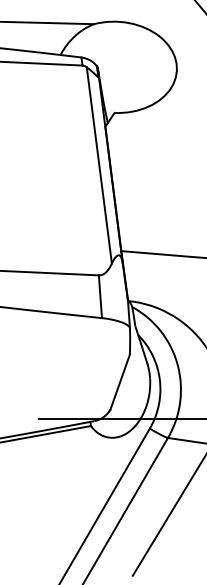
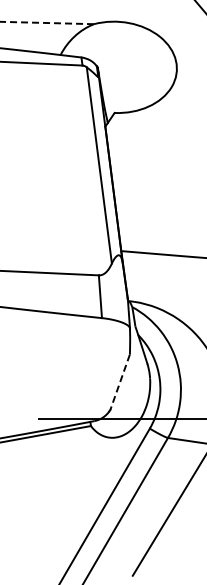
line at (47, 23): solid -> dashed
line at (119, 382): solid -> dashed
